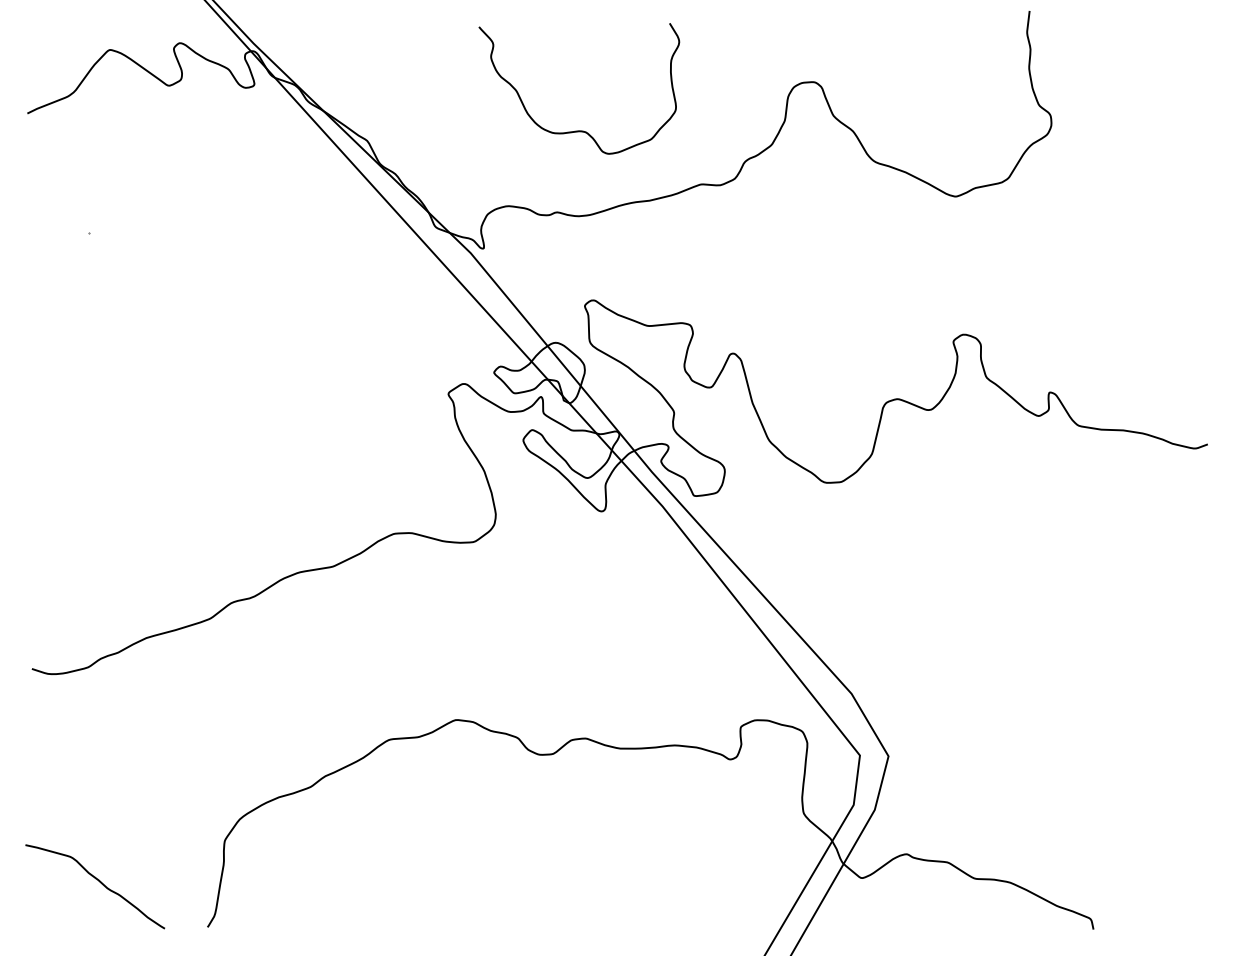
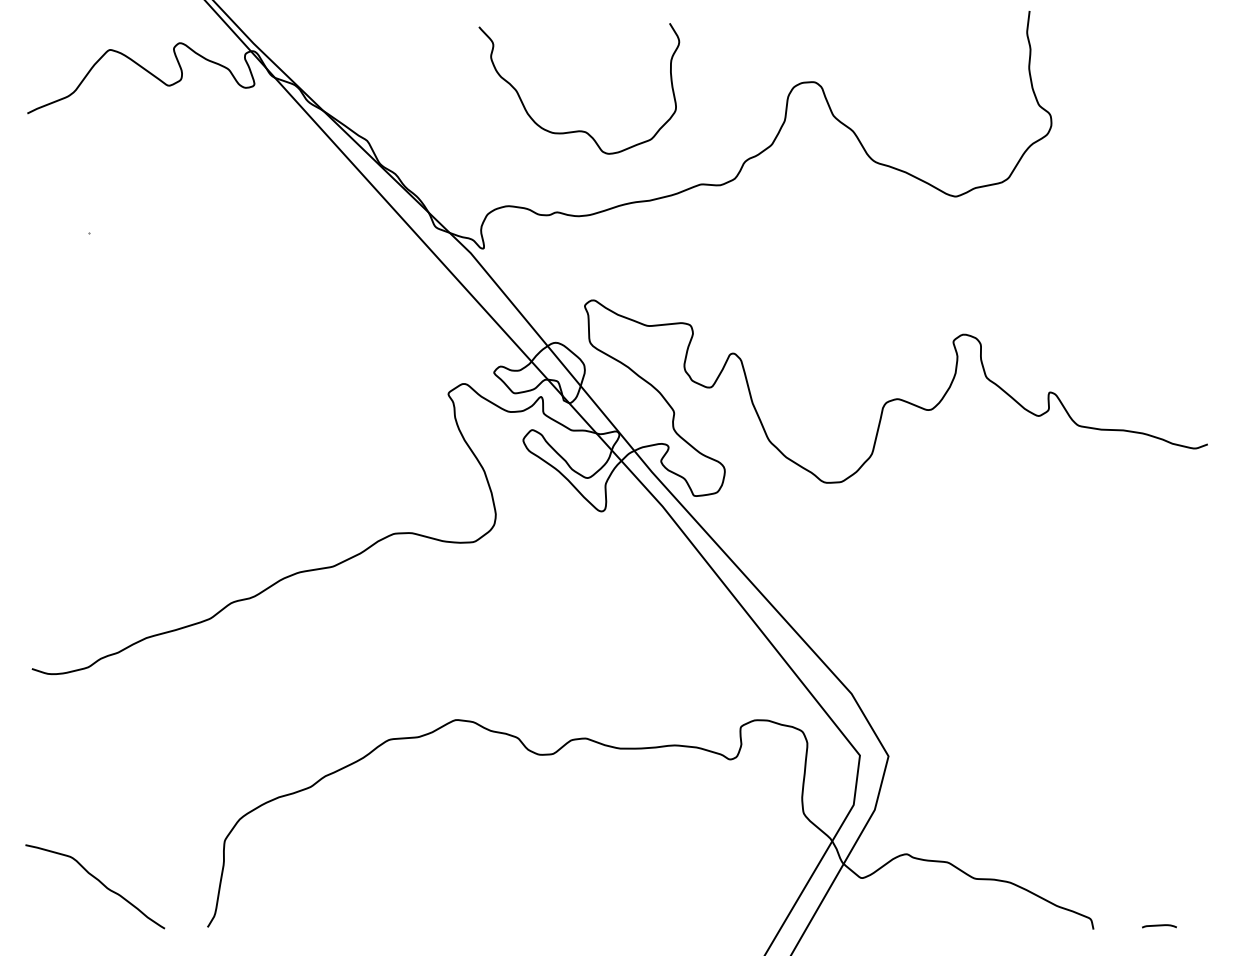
curve at (1159, 926): none -> present
